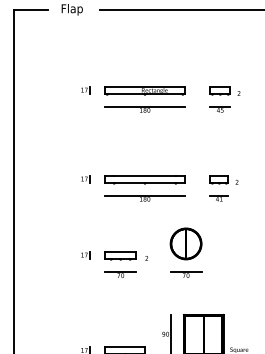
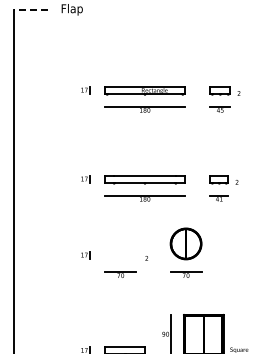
line at (30, 9): solid -> dashed
line at (180, 9): present -> none
part at (120, 255): present -> none
